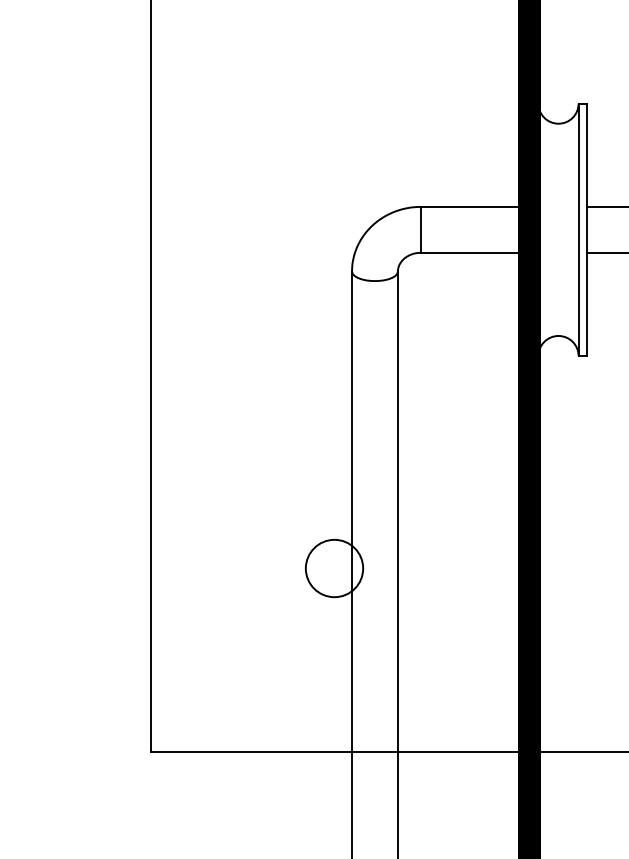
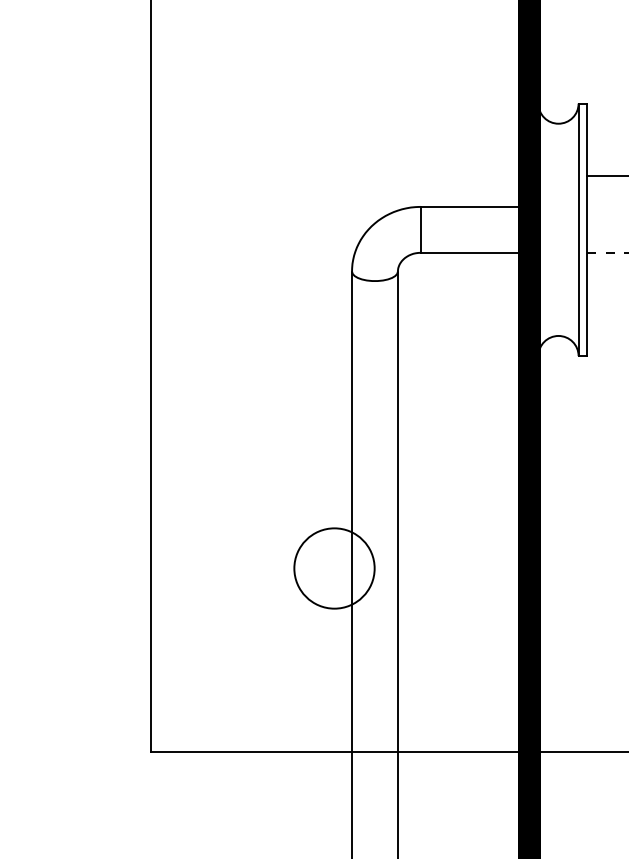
line at (606, 206) position: (606, 206) -> (606, 175)
line at (608, 252): solid -> dashed
circle at (334, 568) diameter: 57 px -> 80 px
